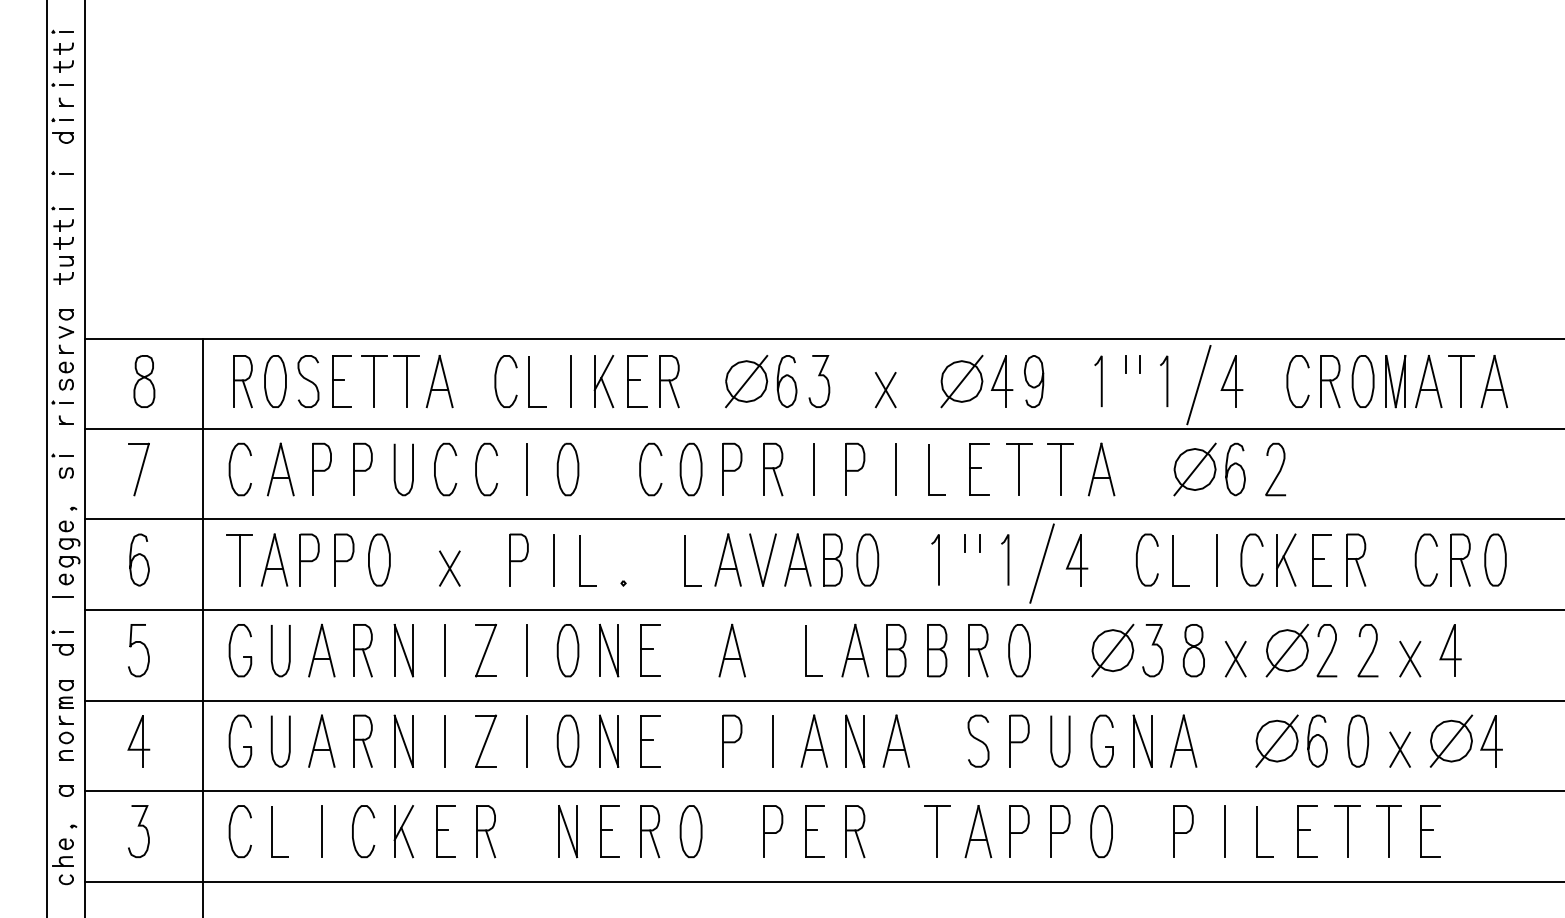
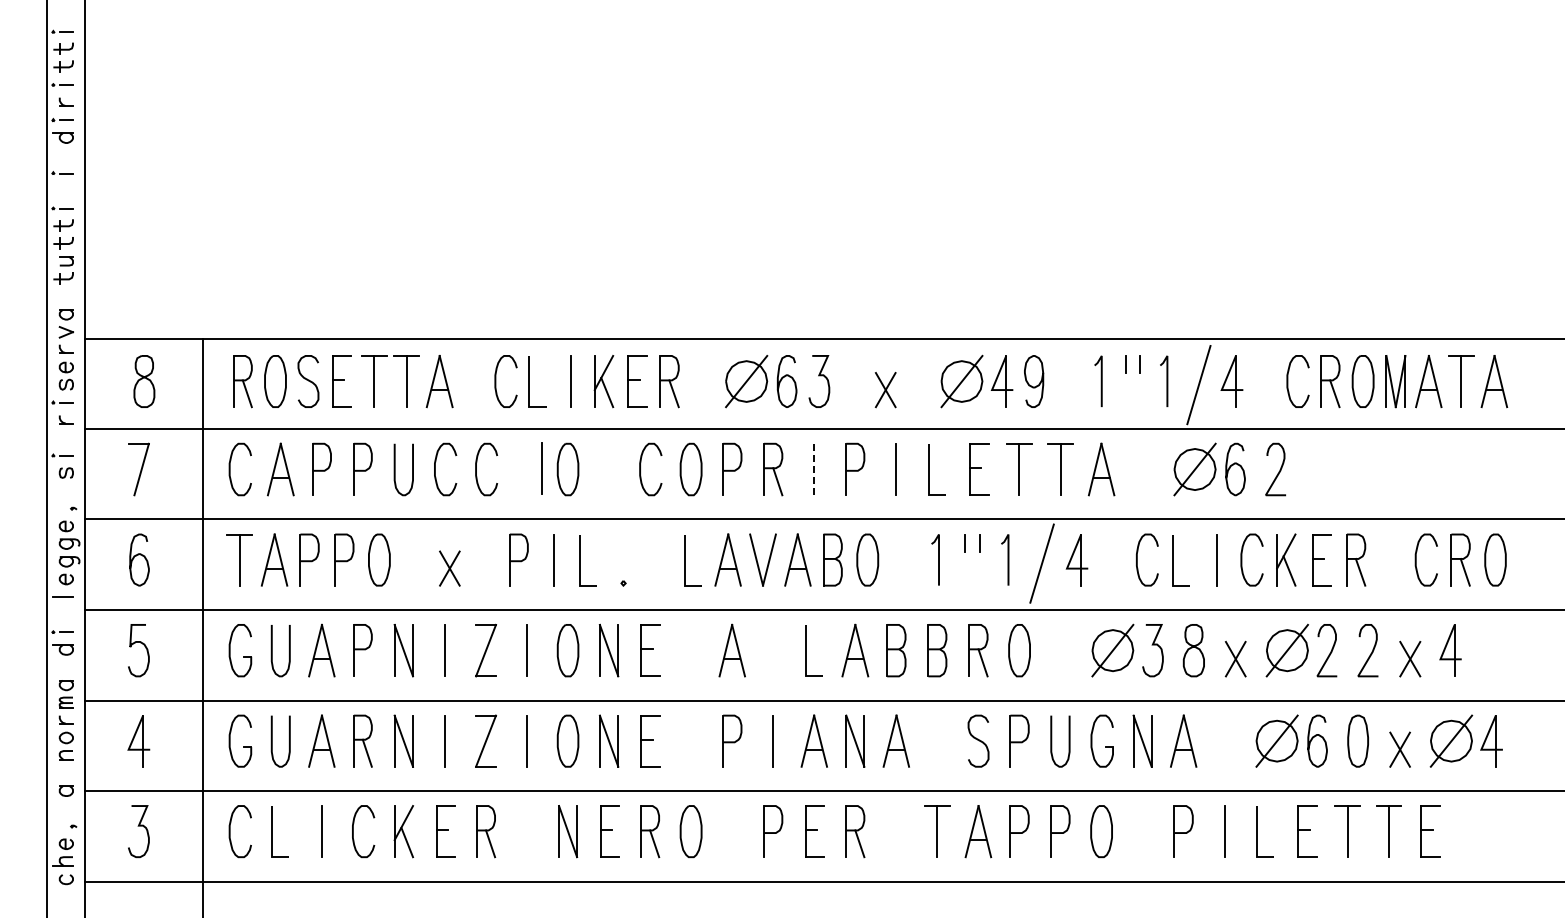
line at (526, 469) position: (526, 469) -> (541, 468)
line at (814, 469): solid -> dashed
line at (366, 662): present -> none
